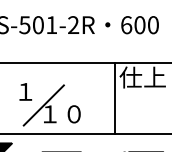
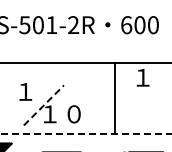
text at (142, 77): 仕上 -> １
line at (44, 105): solid -> dashed
line at (86, 133): solid -> dashed
